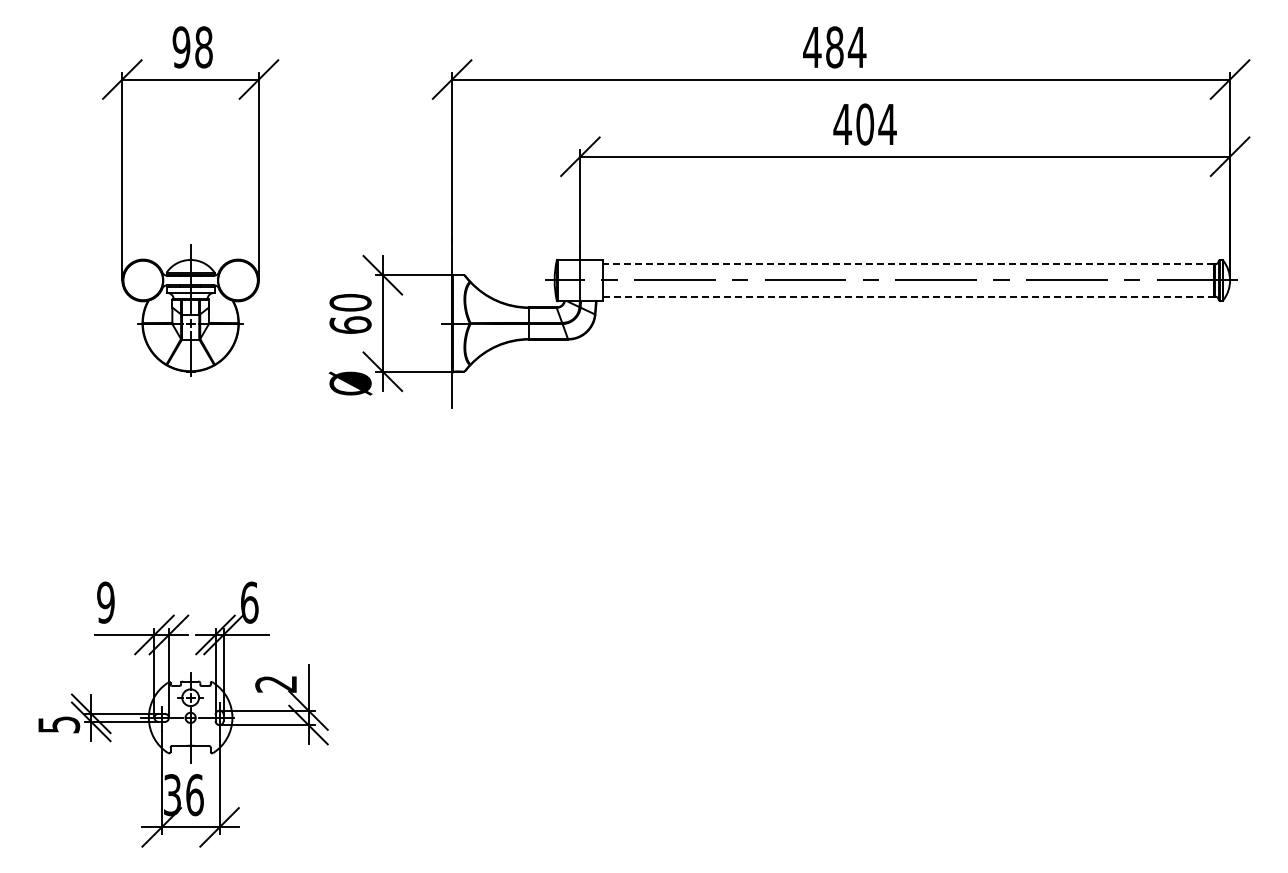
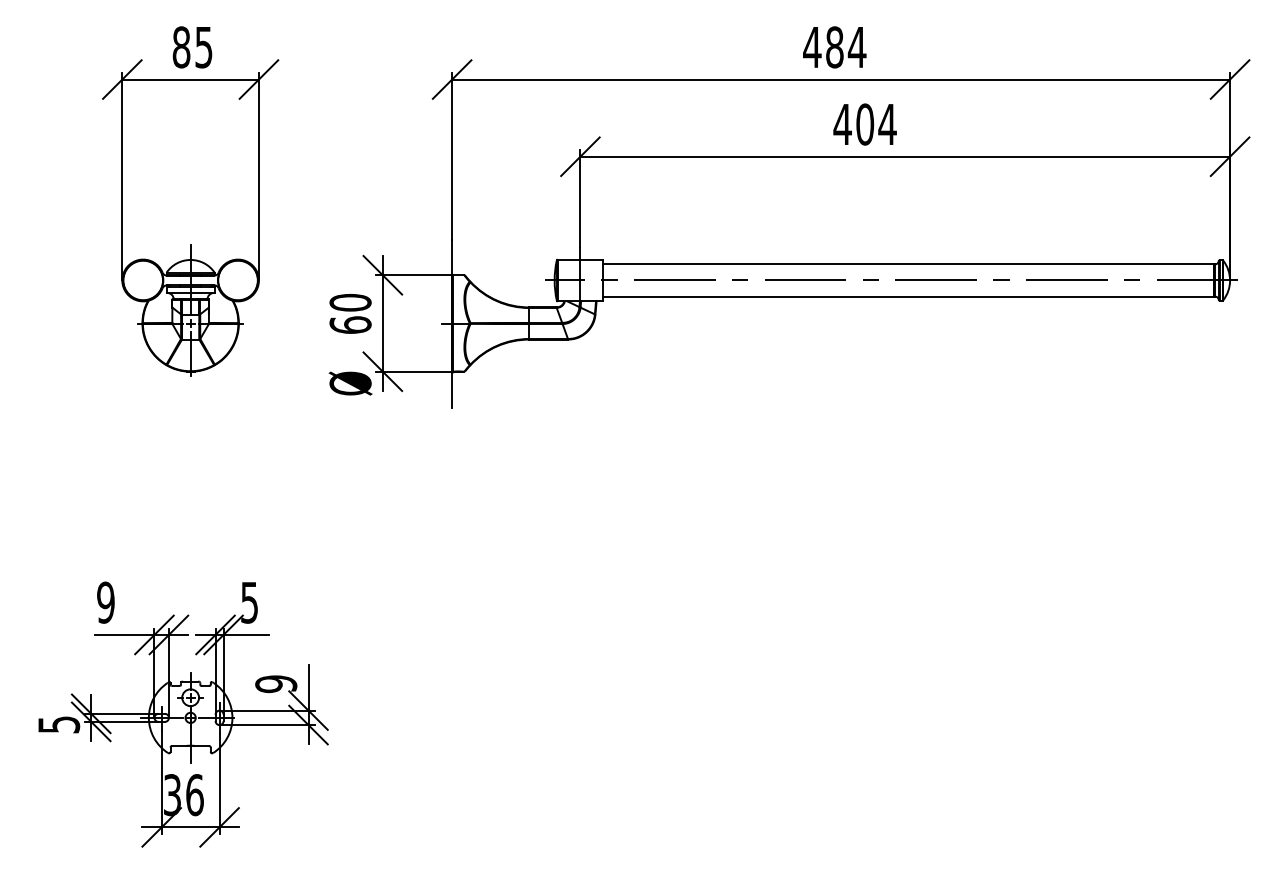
text at (192, 47): 98 -> 85
line at (908, 264): dashed -> solid
line at (909, 296): dashed -> solid
text at (249, 602): 6 -> 5
text at (276, 684): 2 -> 9
